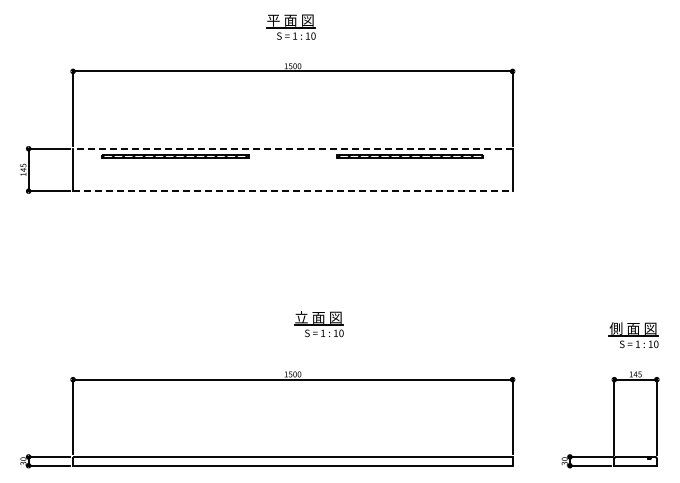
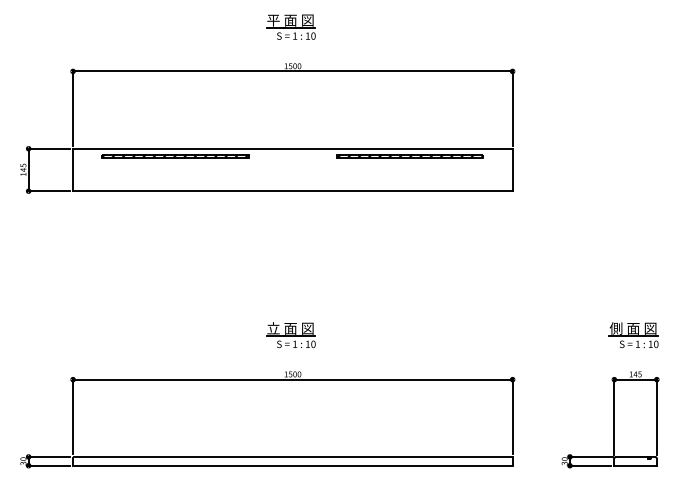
line at (292, 148): dashed -> solid
line at (292, 191): dashed -> solid
part at (318, 324) position: (318, 324) -> (290, 335)
